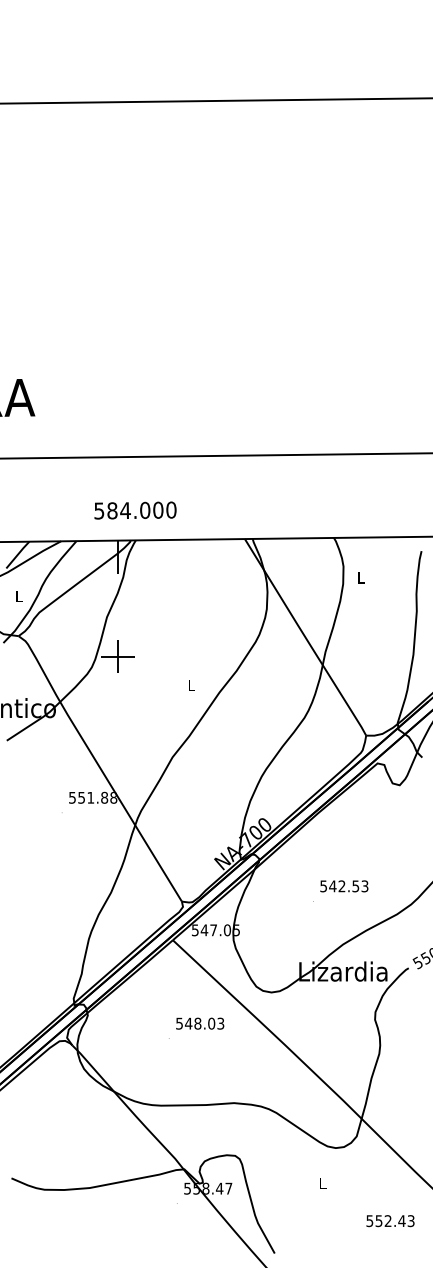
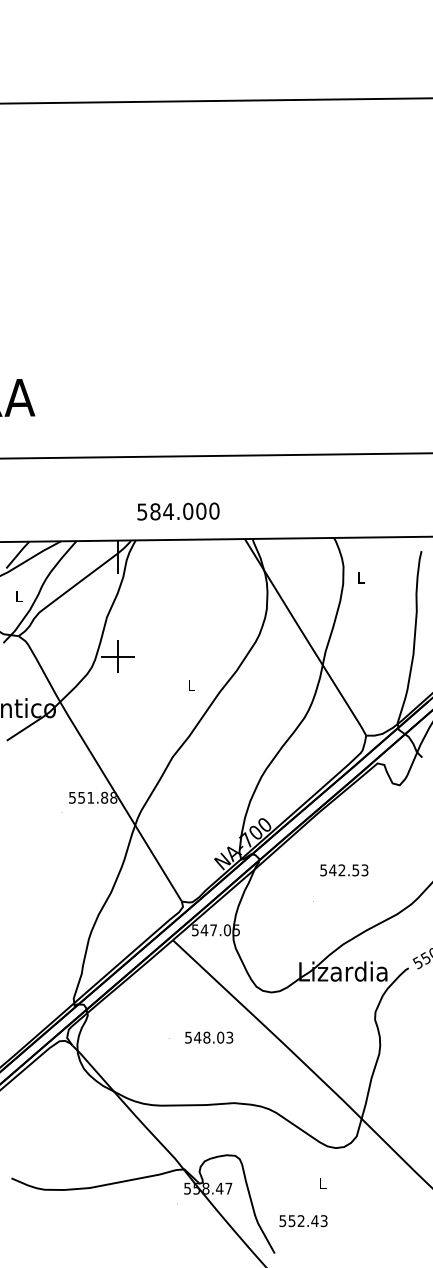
text at (135, 510) position: (135, 510) -> (178, 511)
text at (344, 886) position: (344, 886) -> (344, 870)
text at (200, 1023) position: (200, 1023) -> (209, 1037)
text at (390, 1221) position: (390, 1221) -> (303, 1221)
